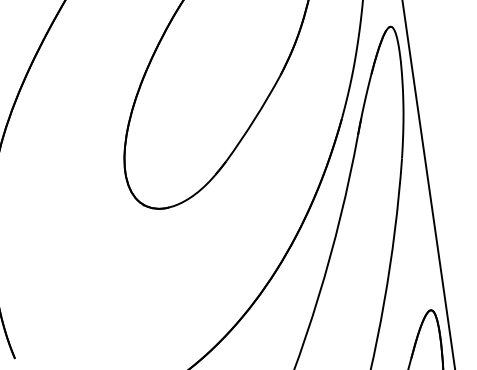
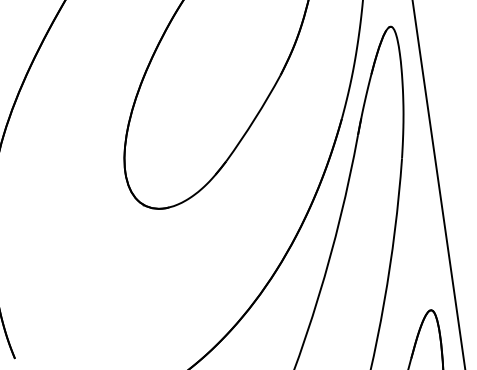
line at (428, 184) position: (428, 184) -> (438, 184)
